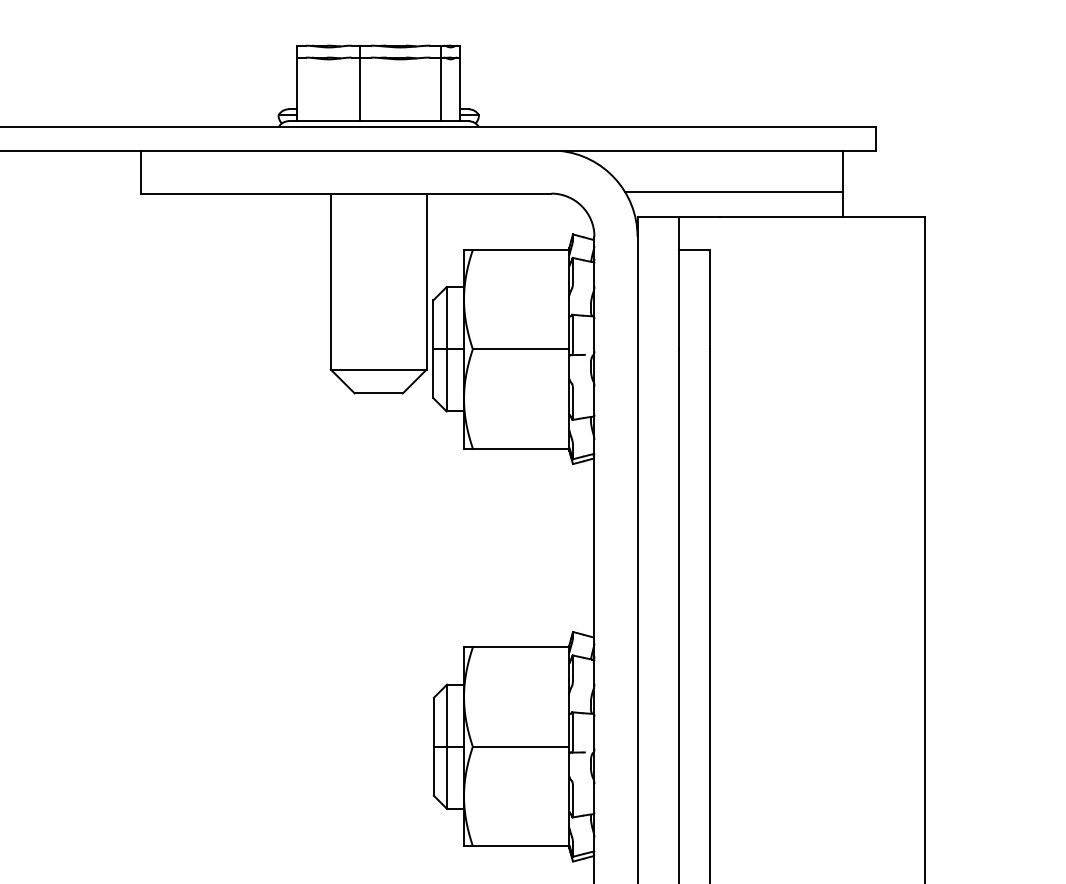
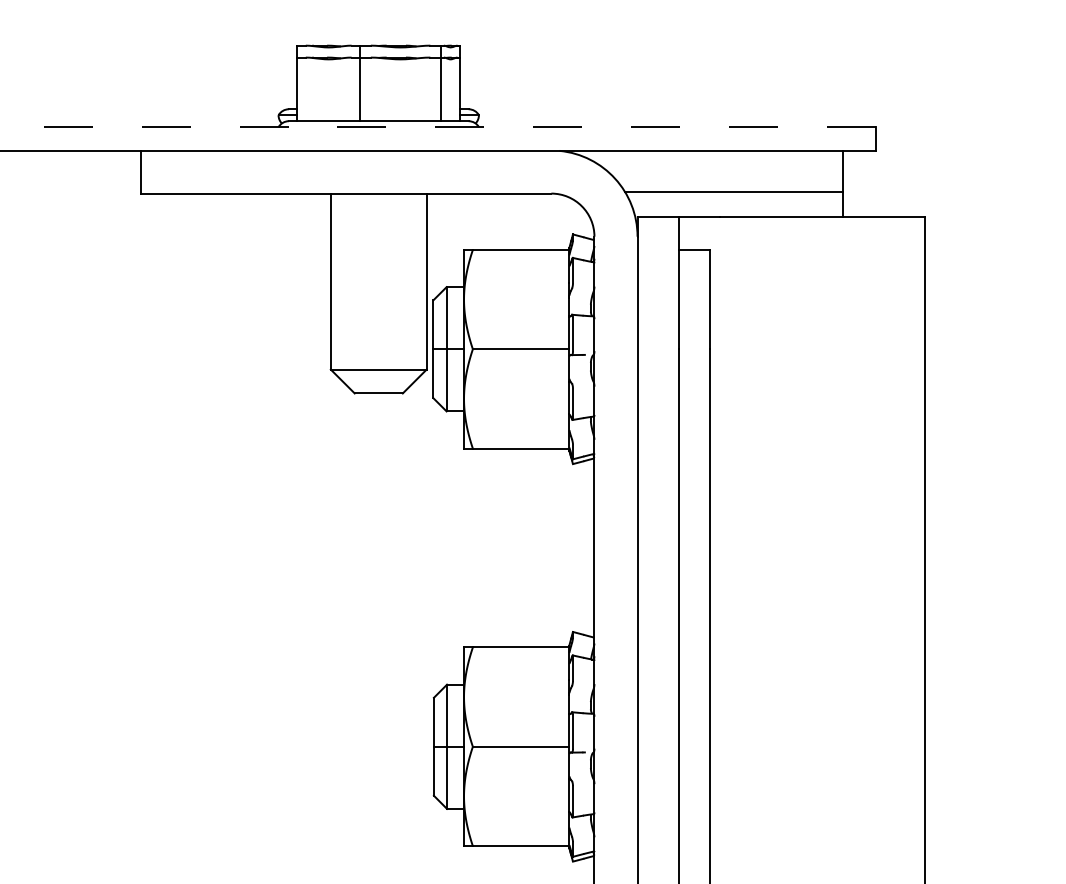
line at (437, 127): solid -> dashed
